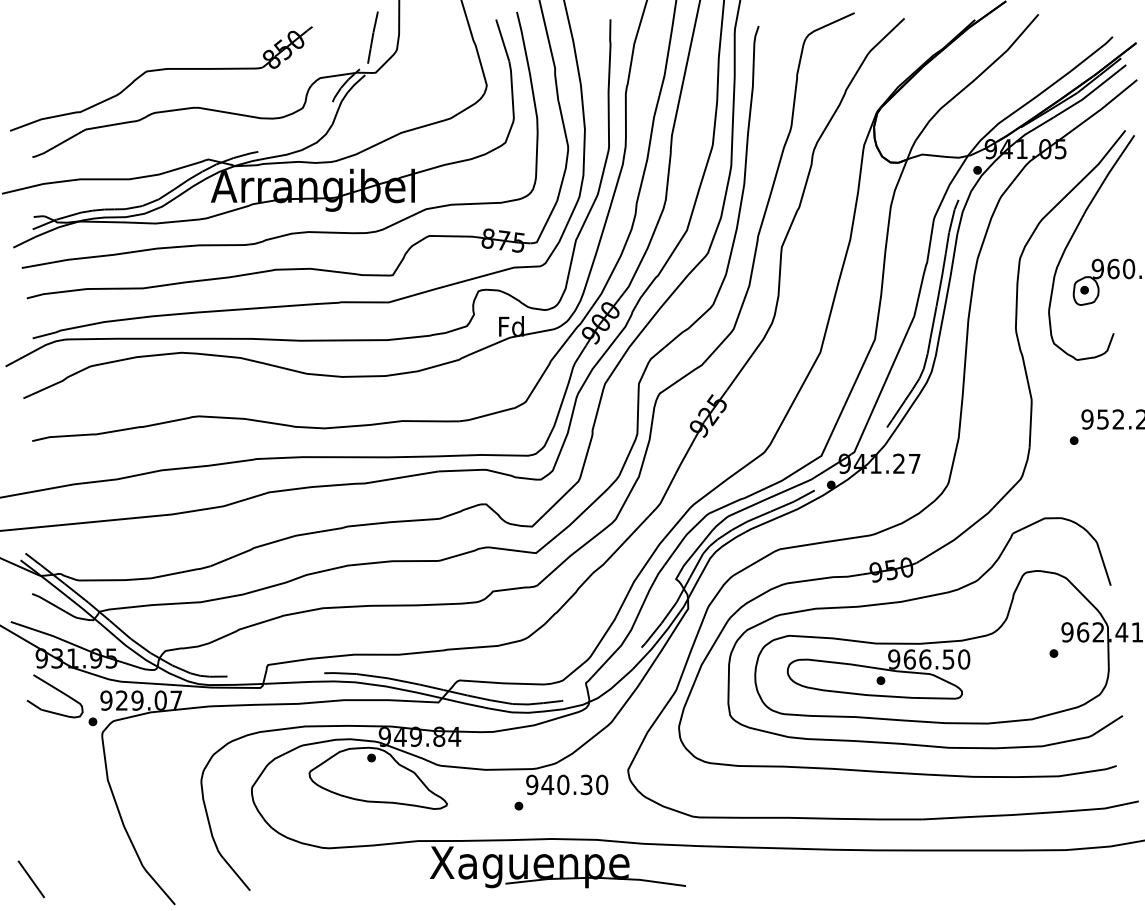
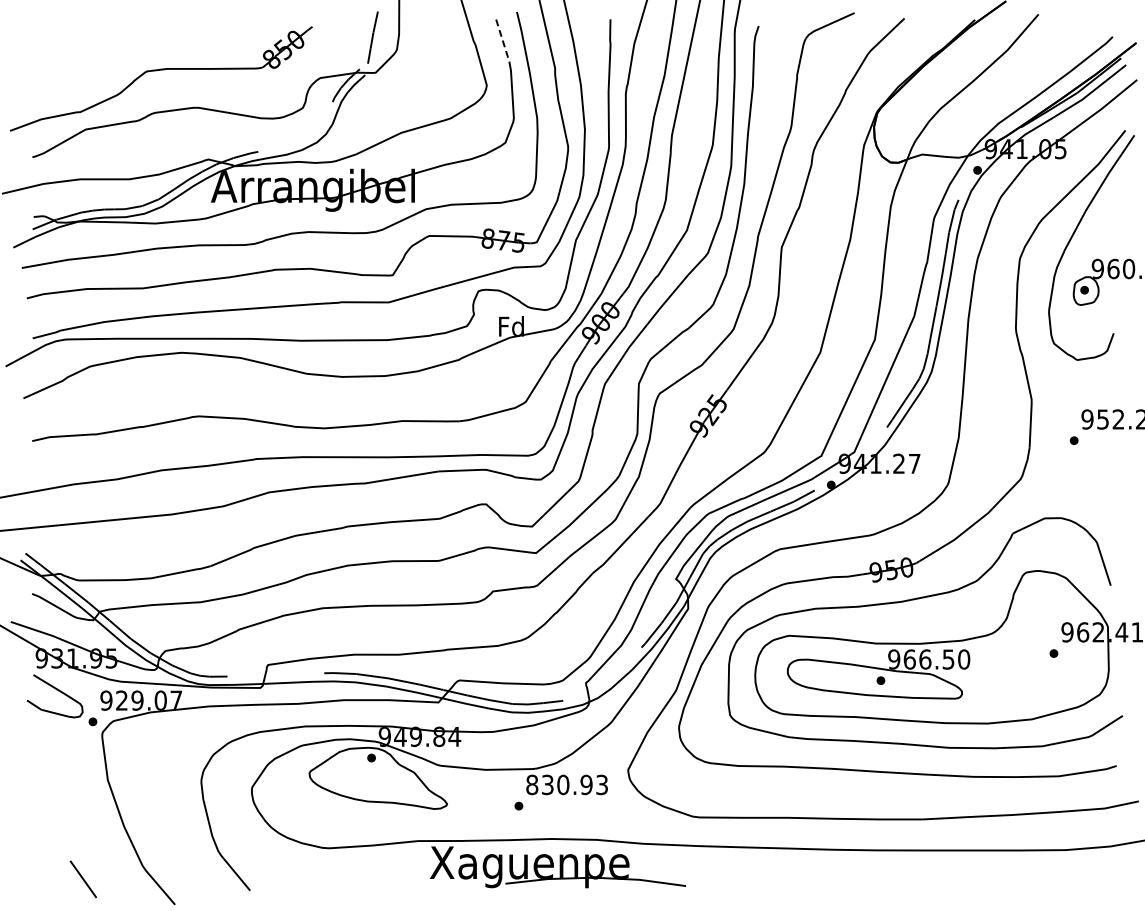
line at (502, 41): solid -> dashed
text at (567, 784): 940.30 -> 830.93
line at (31, 879) position: (31, 879) -> (83, 879)
